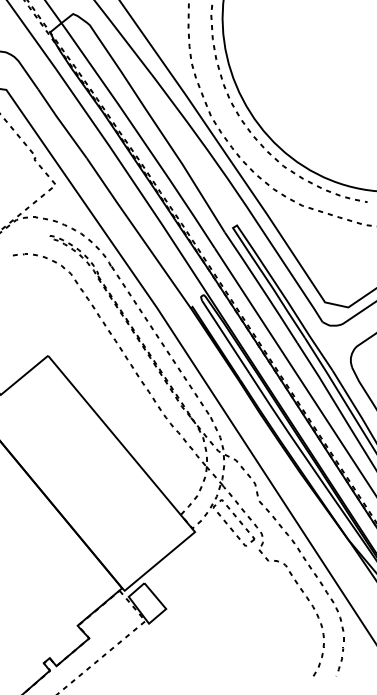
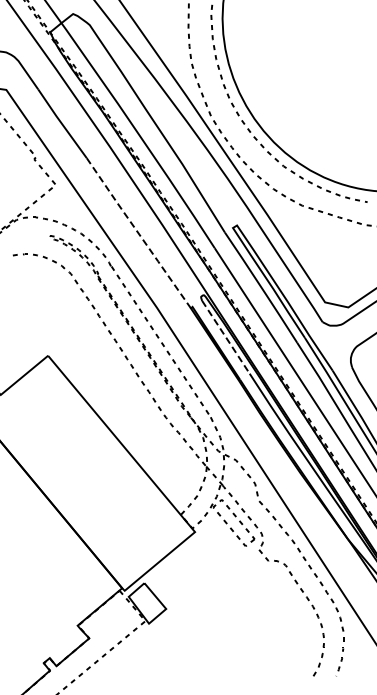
line at (138, 233): solid -> dashed
line at (225, 337): solid -> dashed
